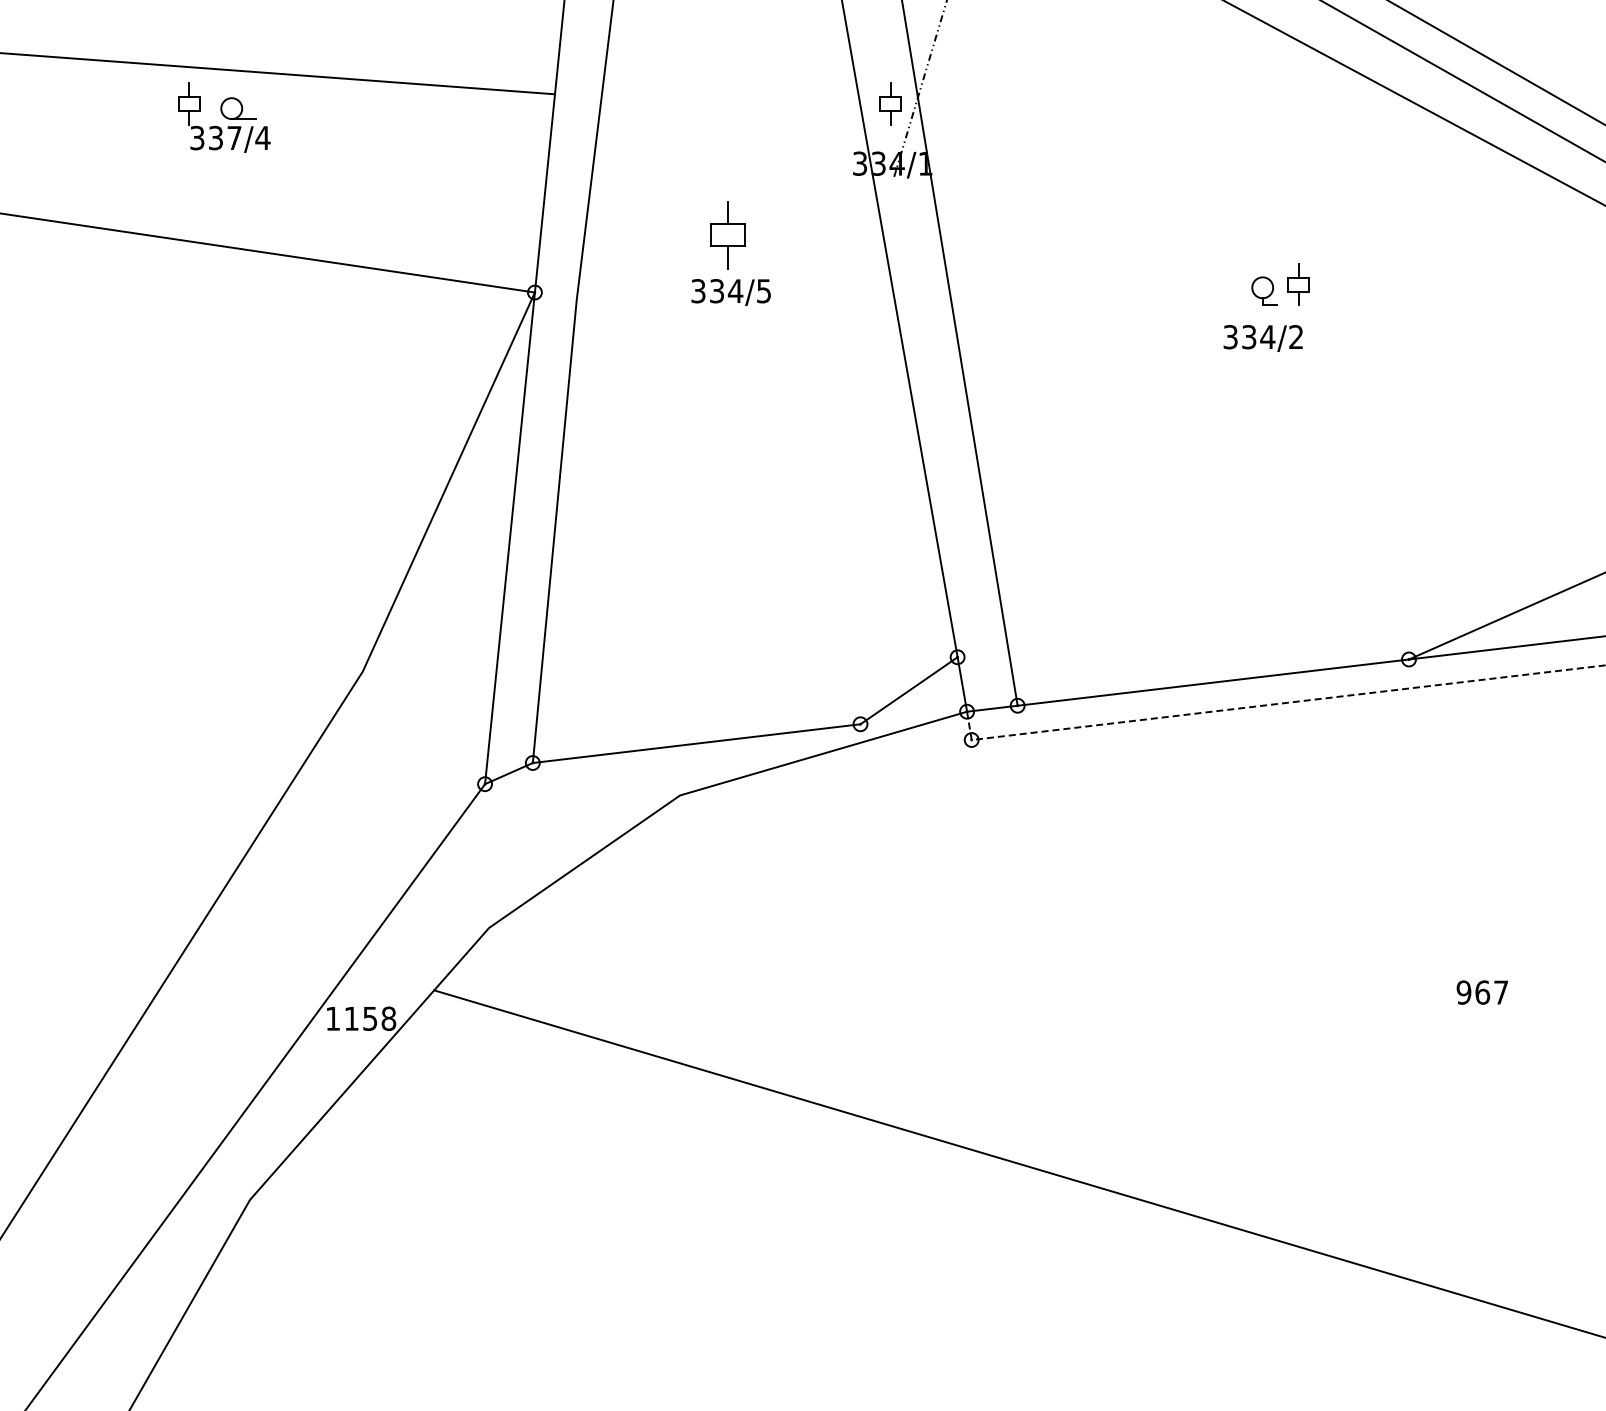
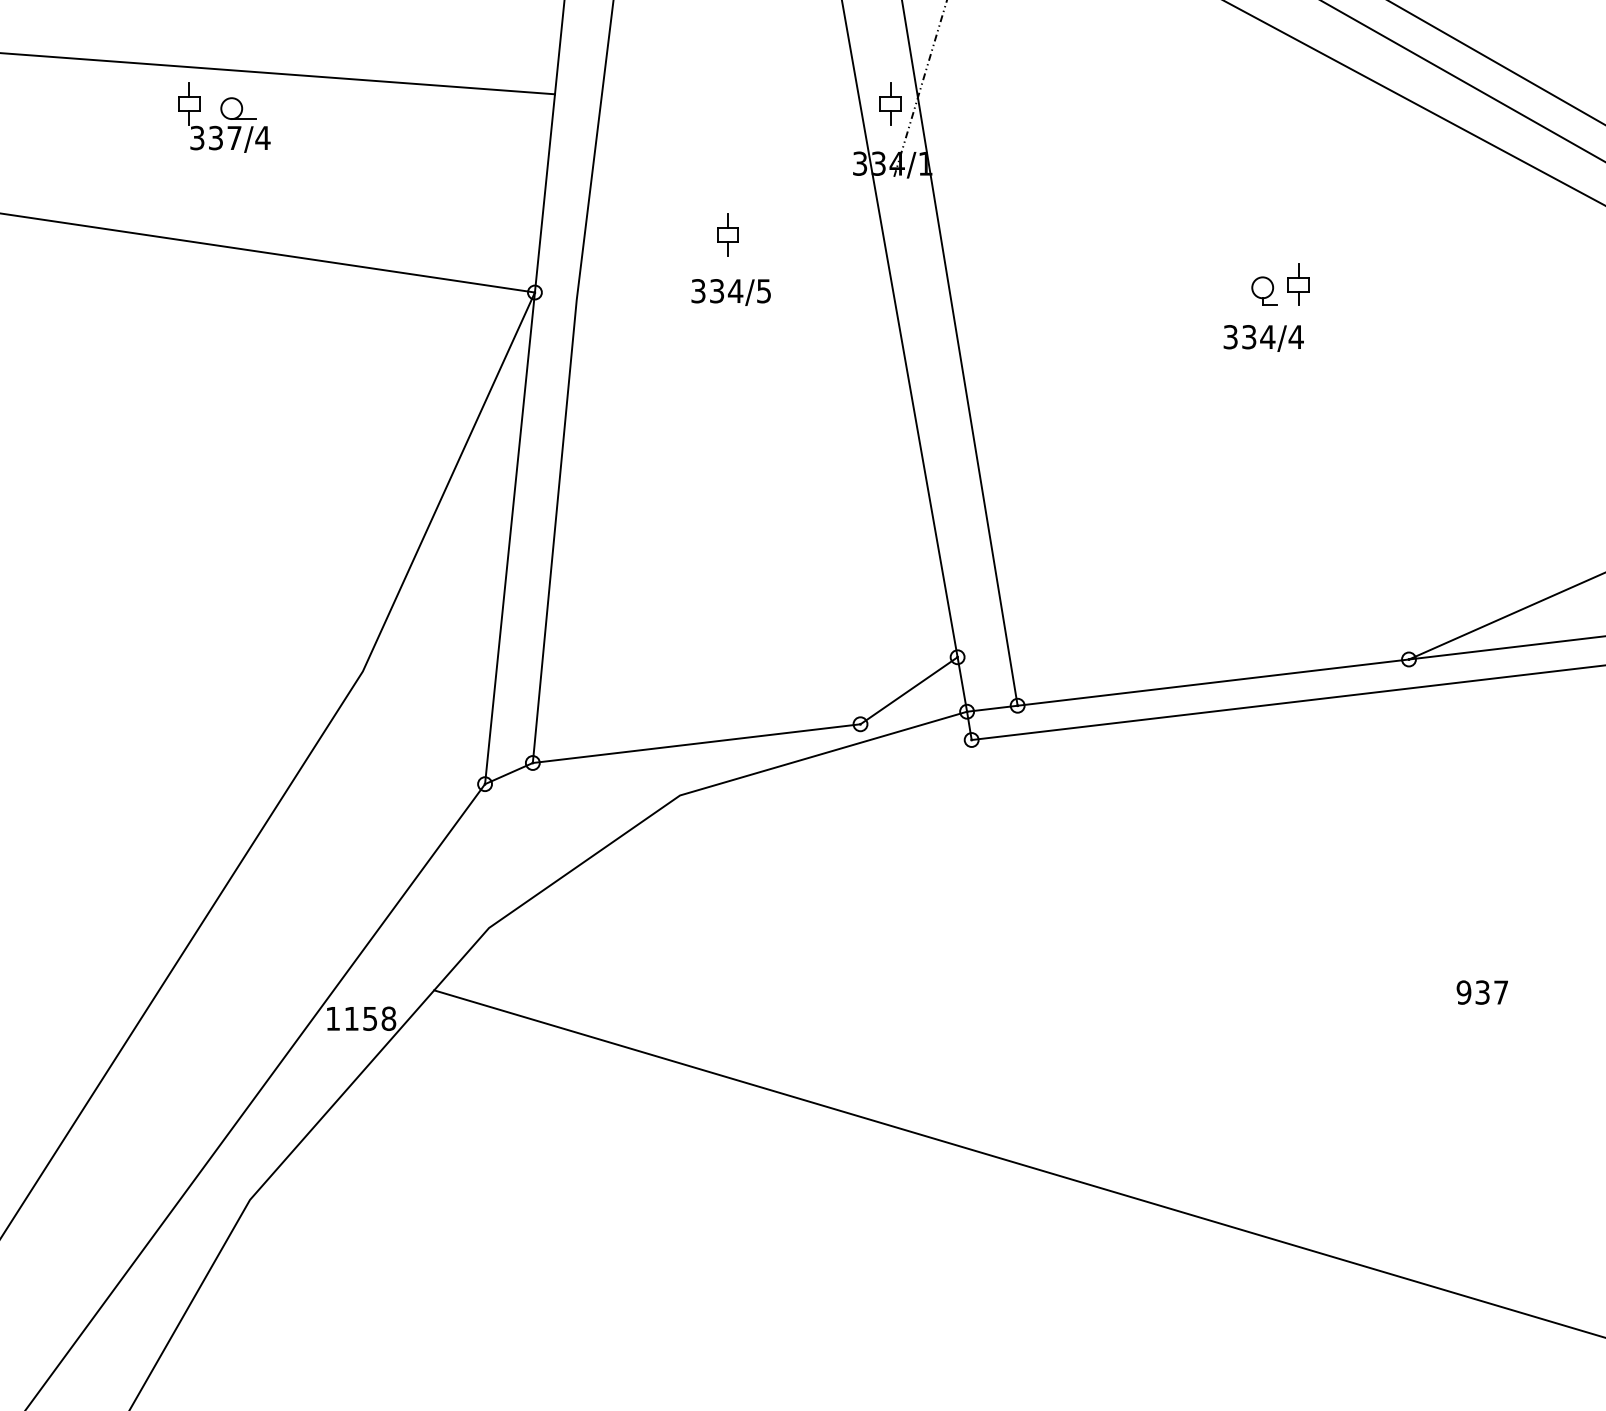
part at (727, 235) size: 36x69 px -> 22x44 px
text at (1295, 336): 334/2 -> 334/4
line at (1273, 704): dashed -> solid
text at (1482, 992): 967 -> 937
